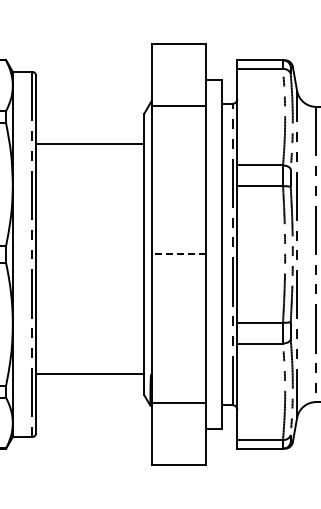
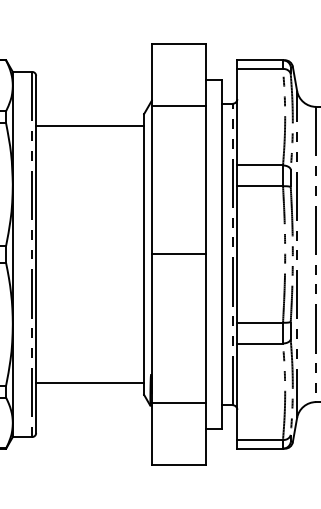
line at (90, 143) position: (90, 143) -> (90, 125)
line at (178, 254): dashed -> solid
line at (90, 374) position: (90, 374) -> (90, 383)
